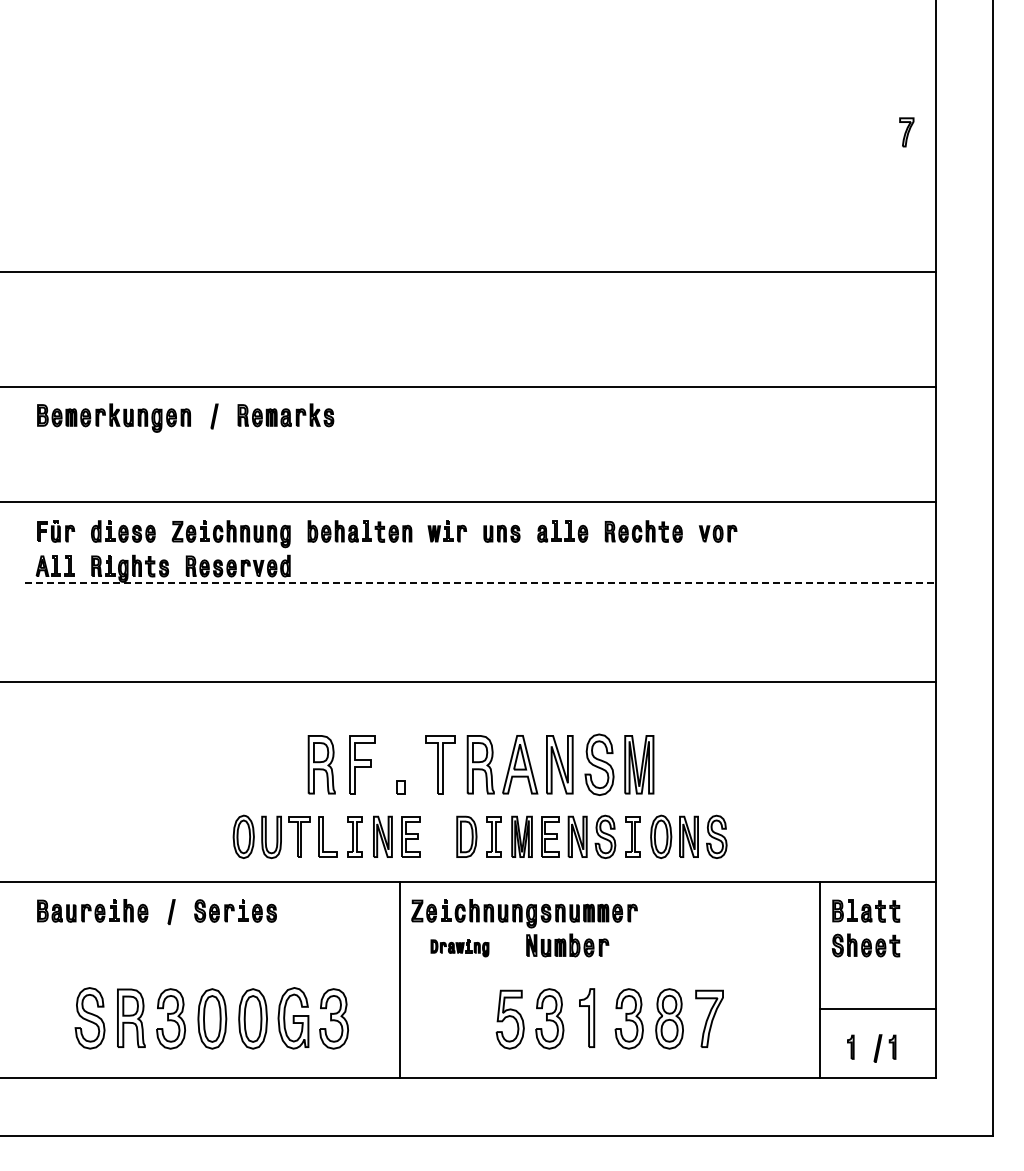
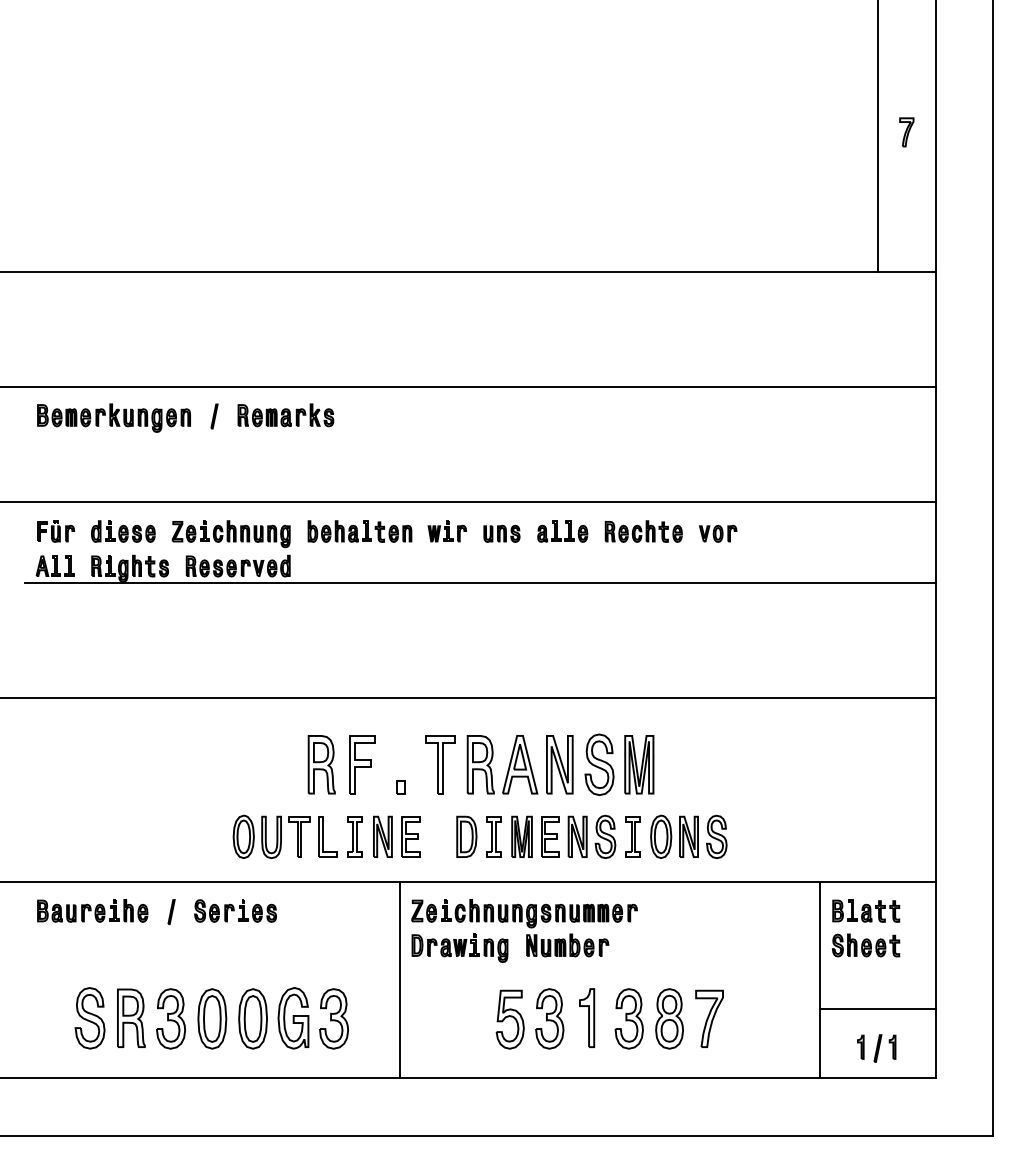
line at (877, 136): none -> present
line at (480, 582): dashed -> solid
line at (468, 681) position: (468, 681) -> (468, 697)
part at (459, 948) size: 60x19 px -> 98x30 px
part at (850, 1046) position: (850, 1046) -> (860, 1046)
